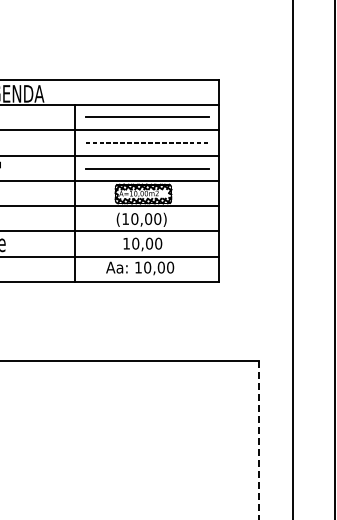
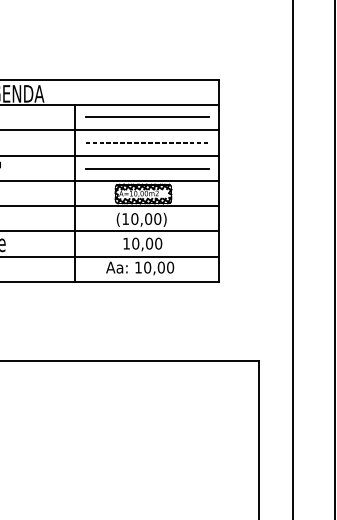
line at (259, 440): dashed -> solid
